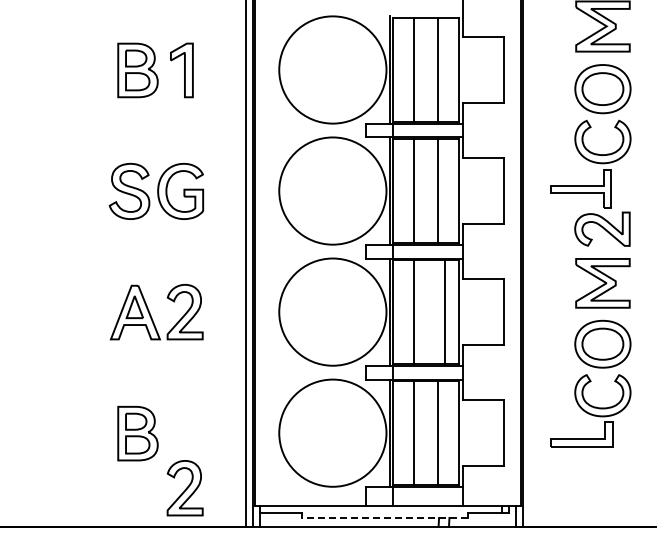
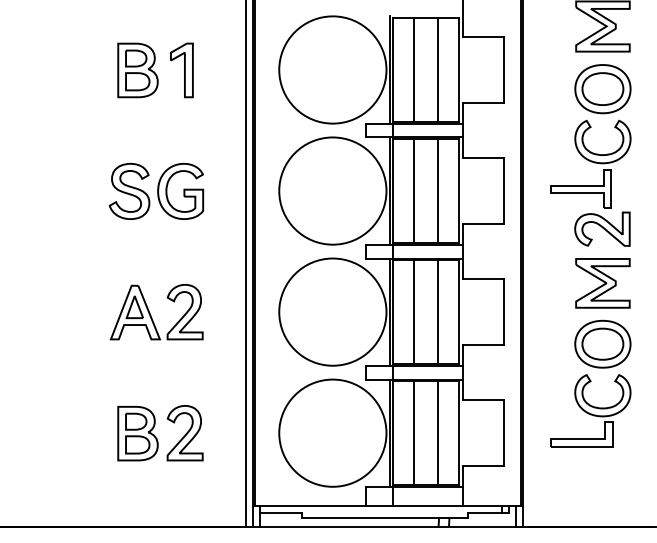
line at (445, 312) position: (445, 312) -> (438, 312)
part at (184, 488) position: (184, 488) -> (184, 433)
line at (384, 517): dashed -> solid
